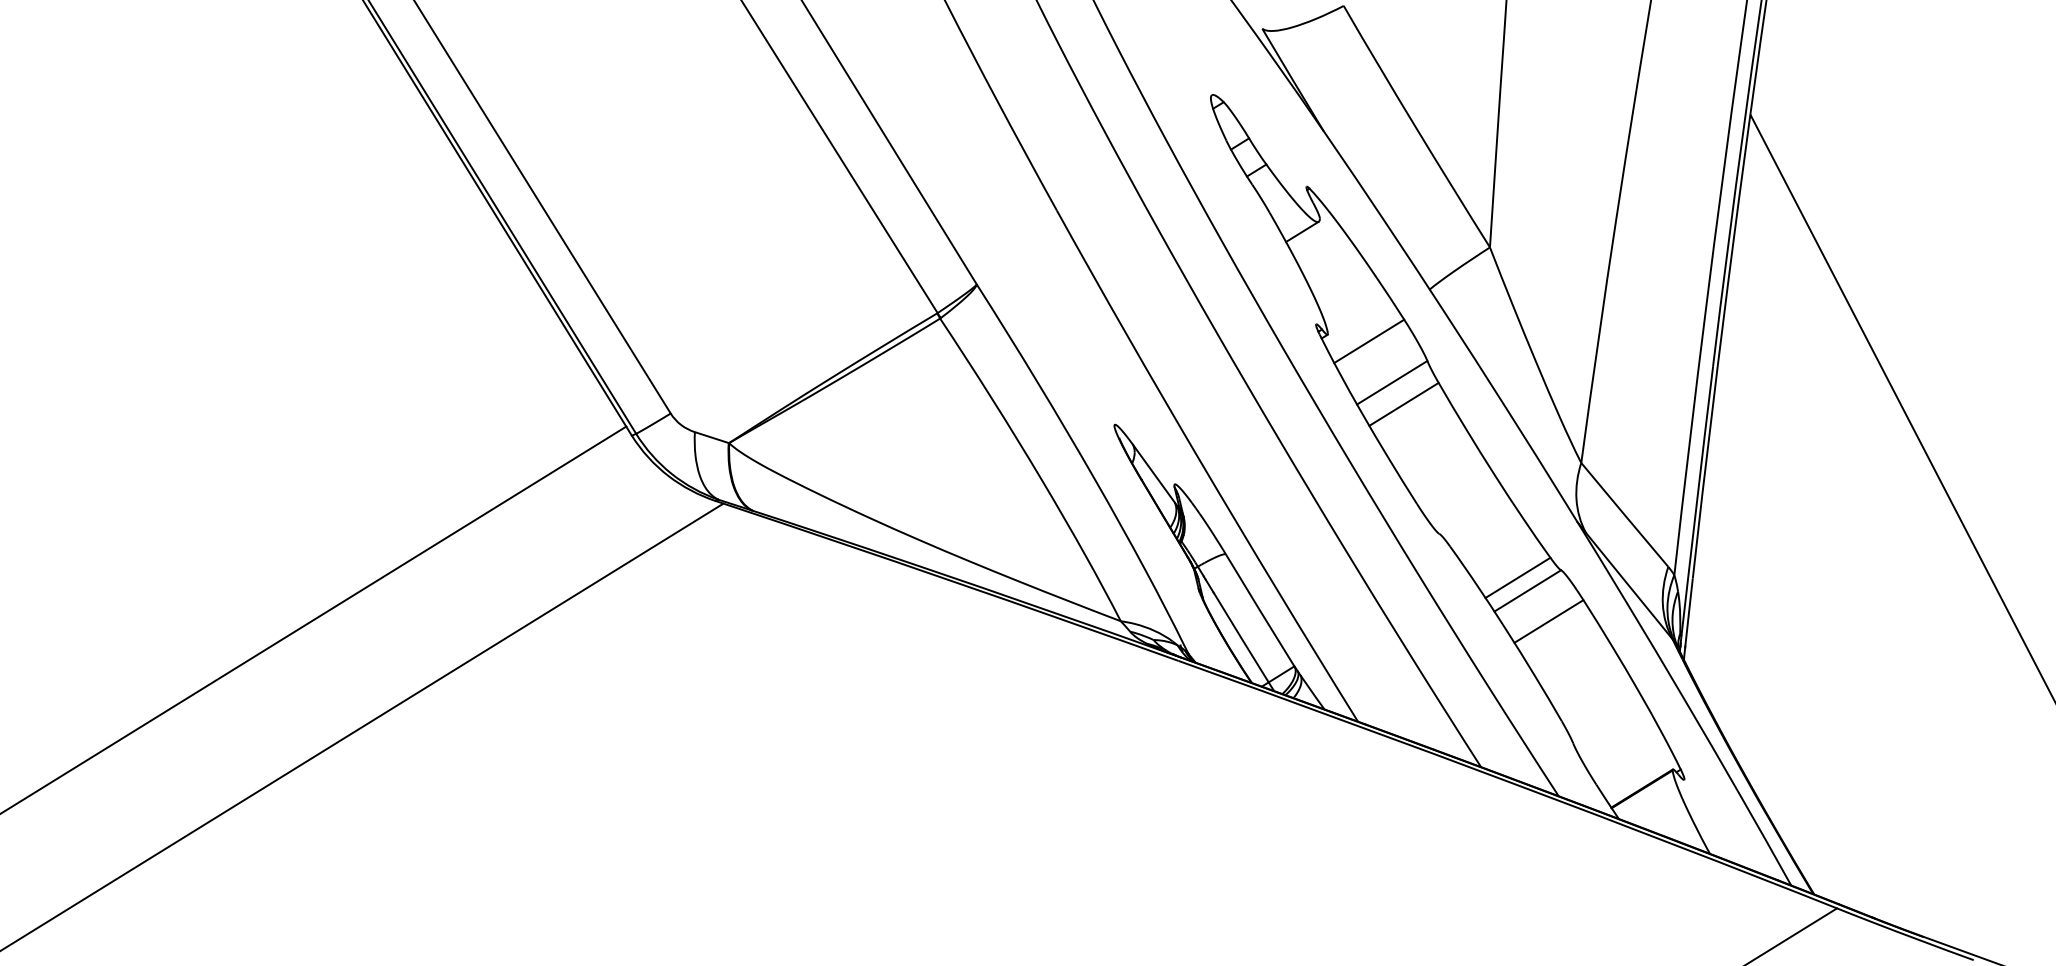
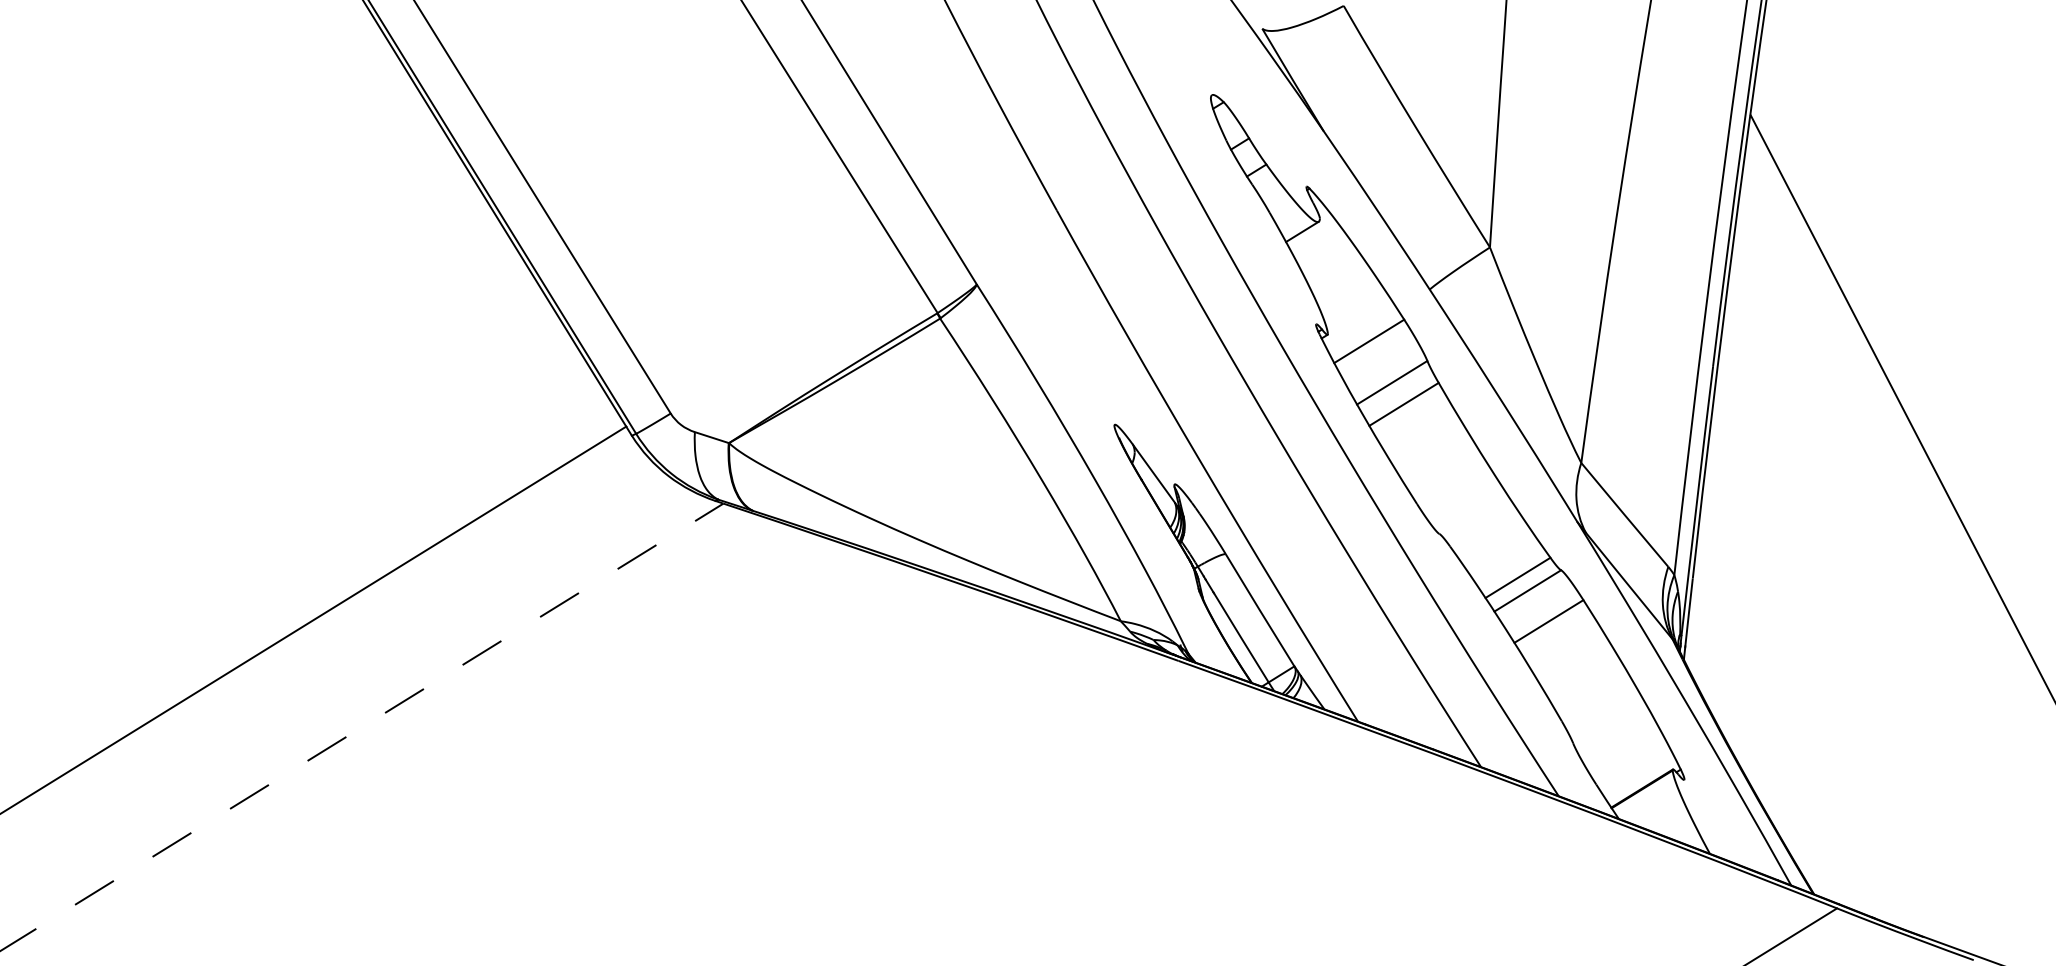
line at (362, 727): solid -> dashed
